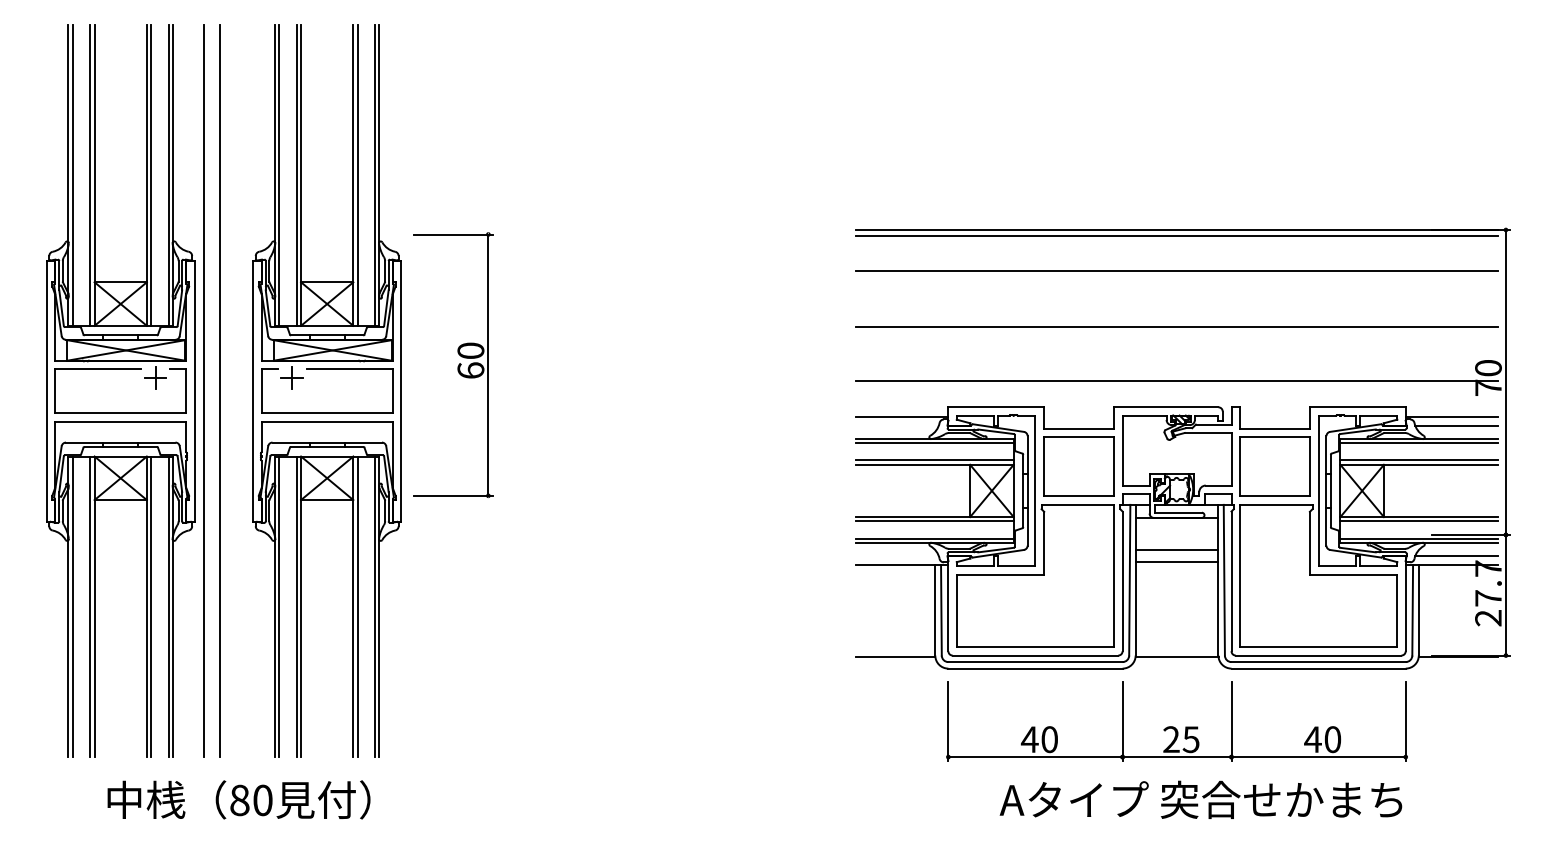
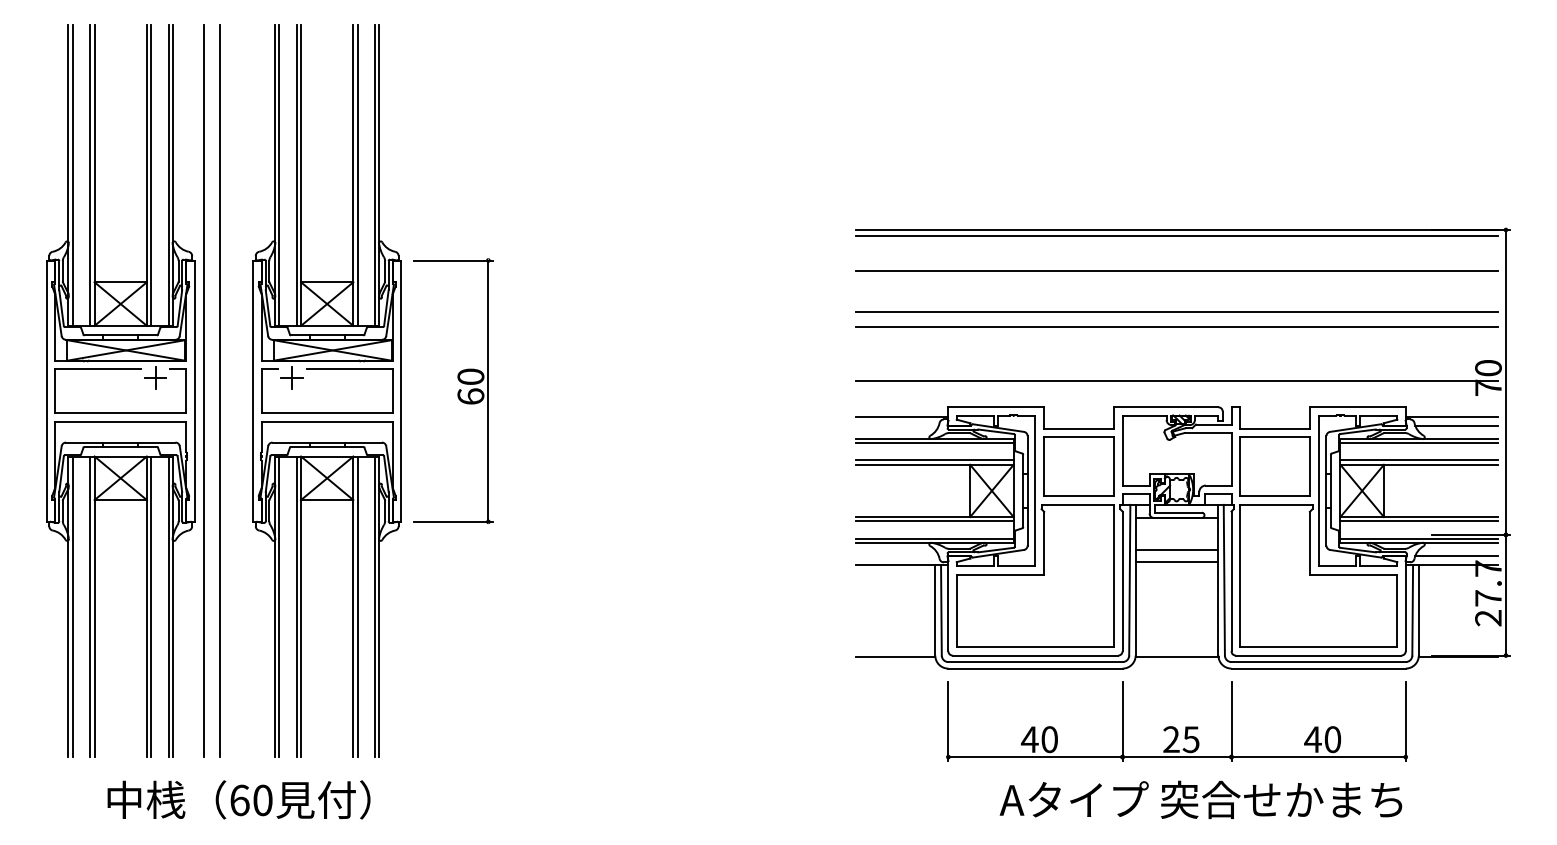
line at (1176, 311): none -> present
part at (453, 365) position: (453, 365) -> (453, 391)
text at (239, 800): 80 -> 60
